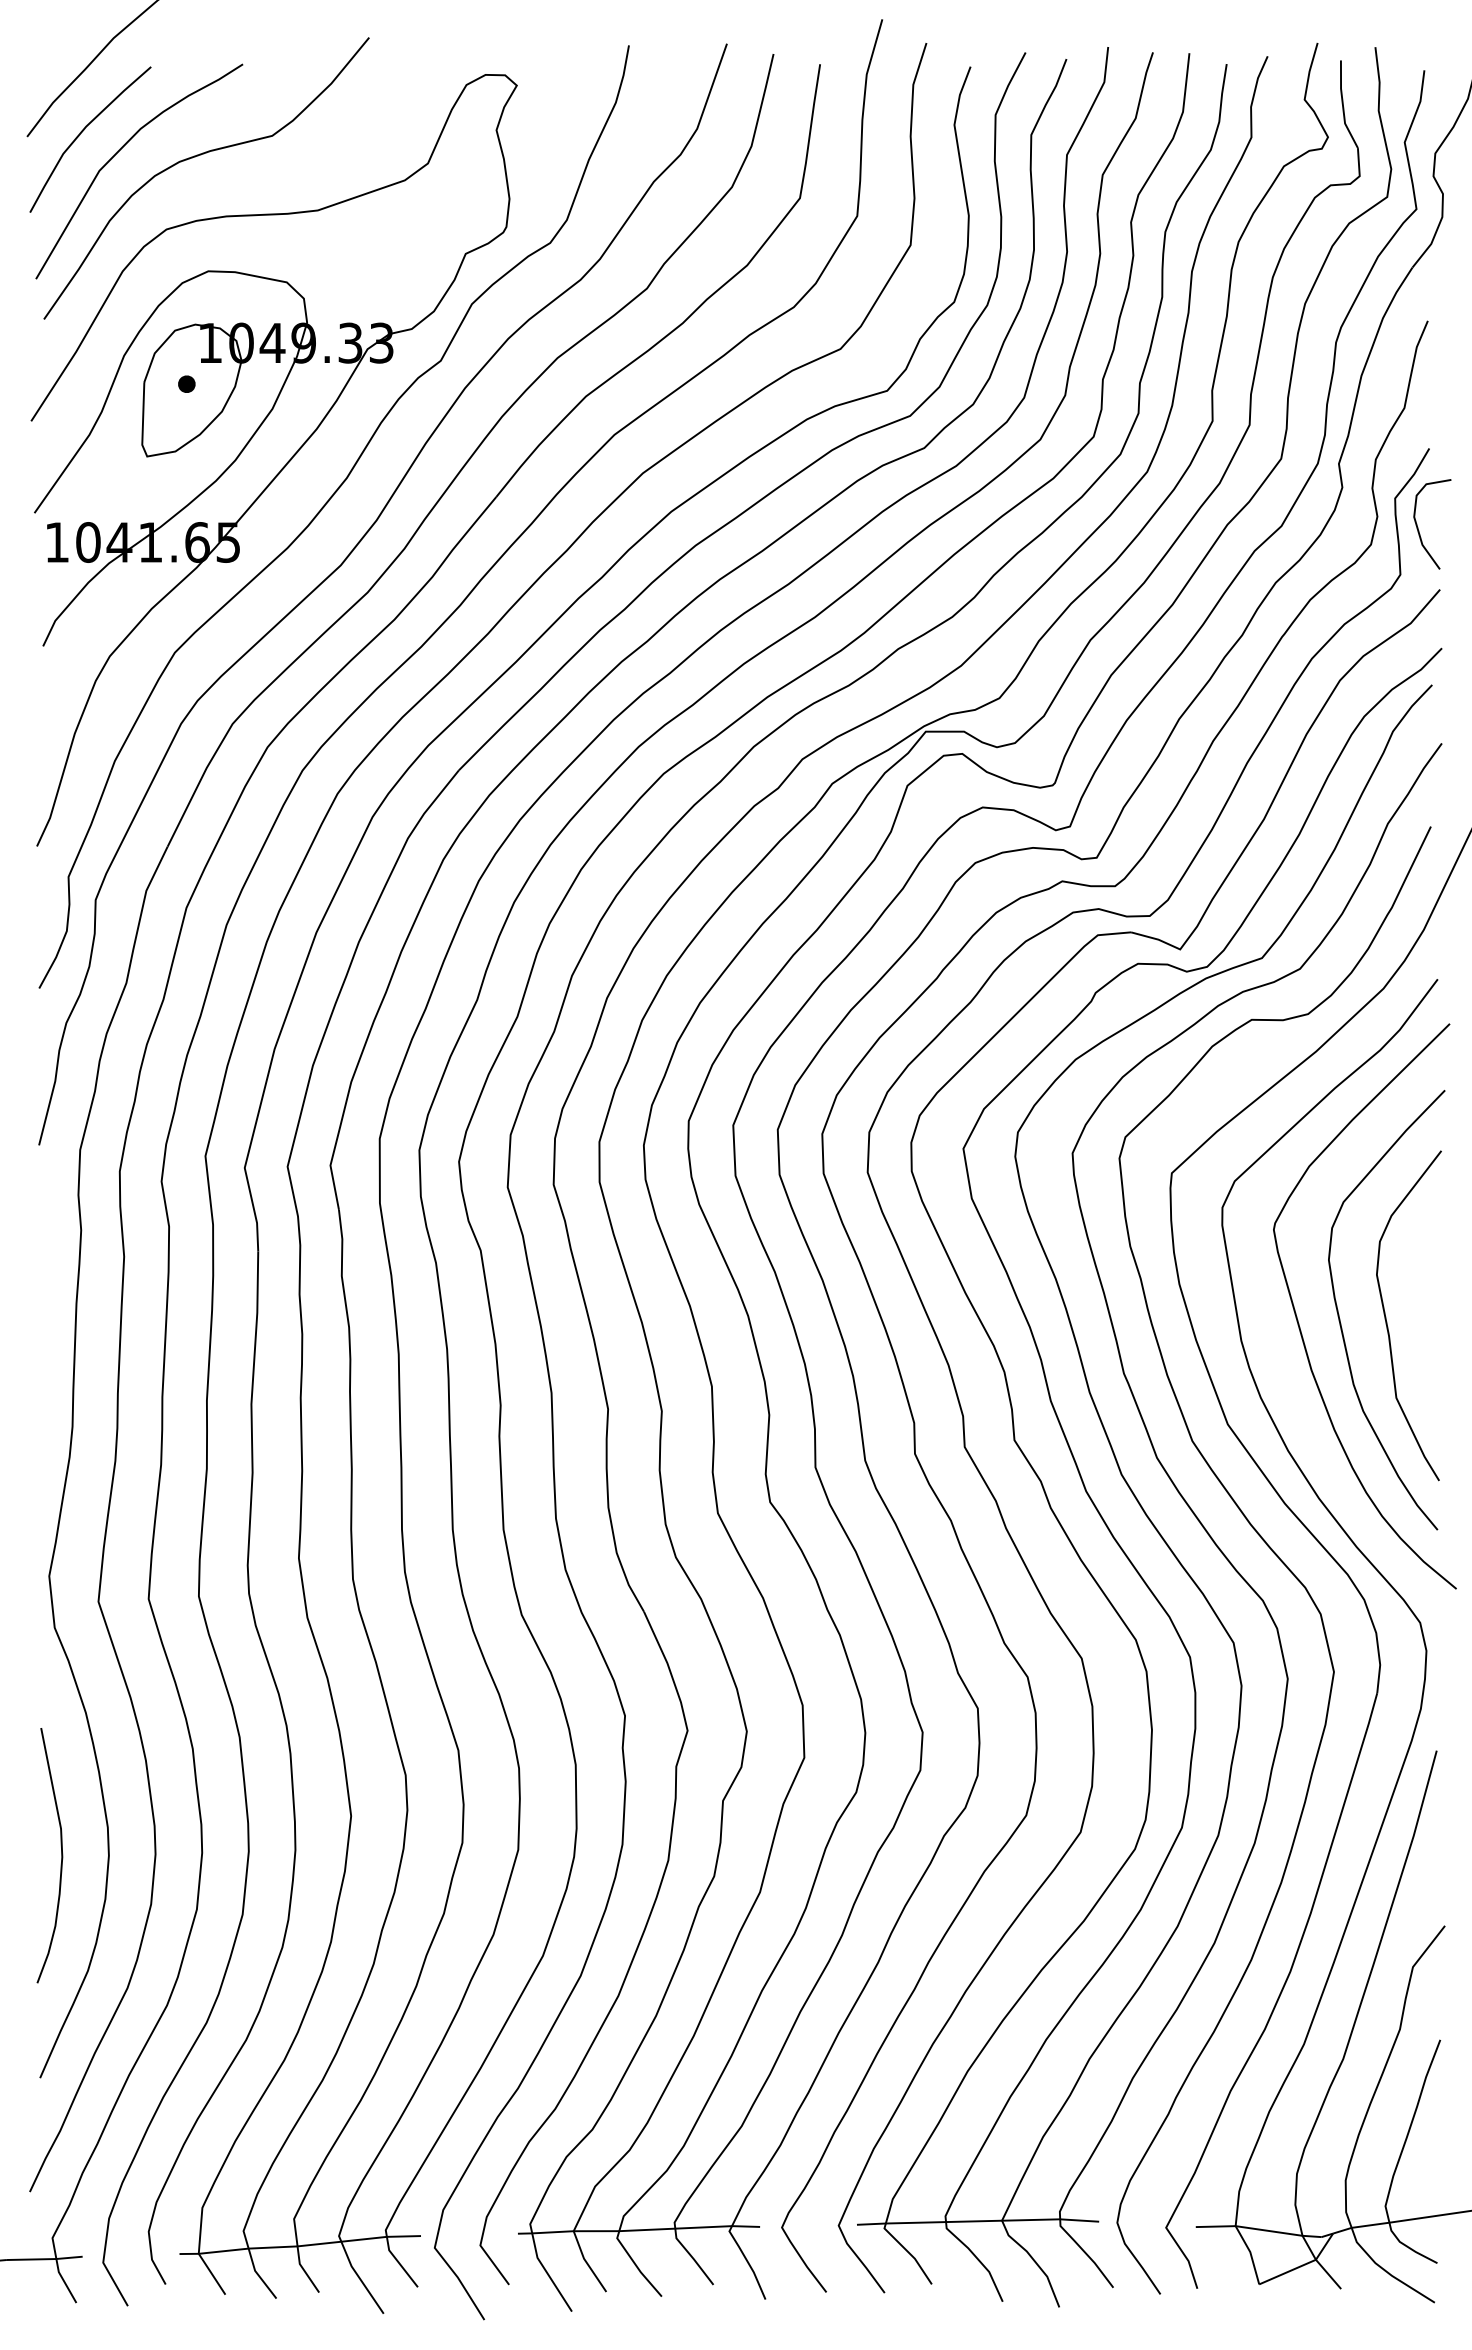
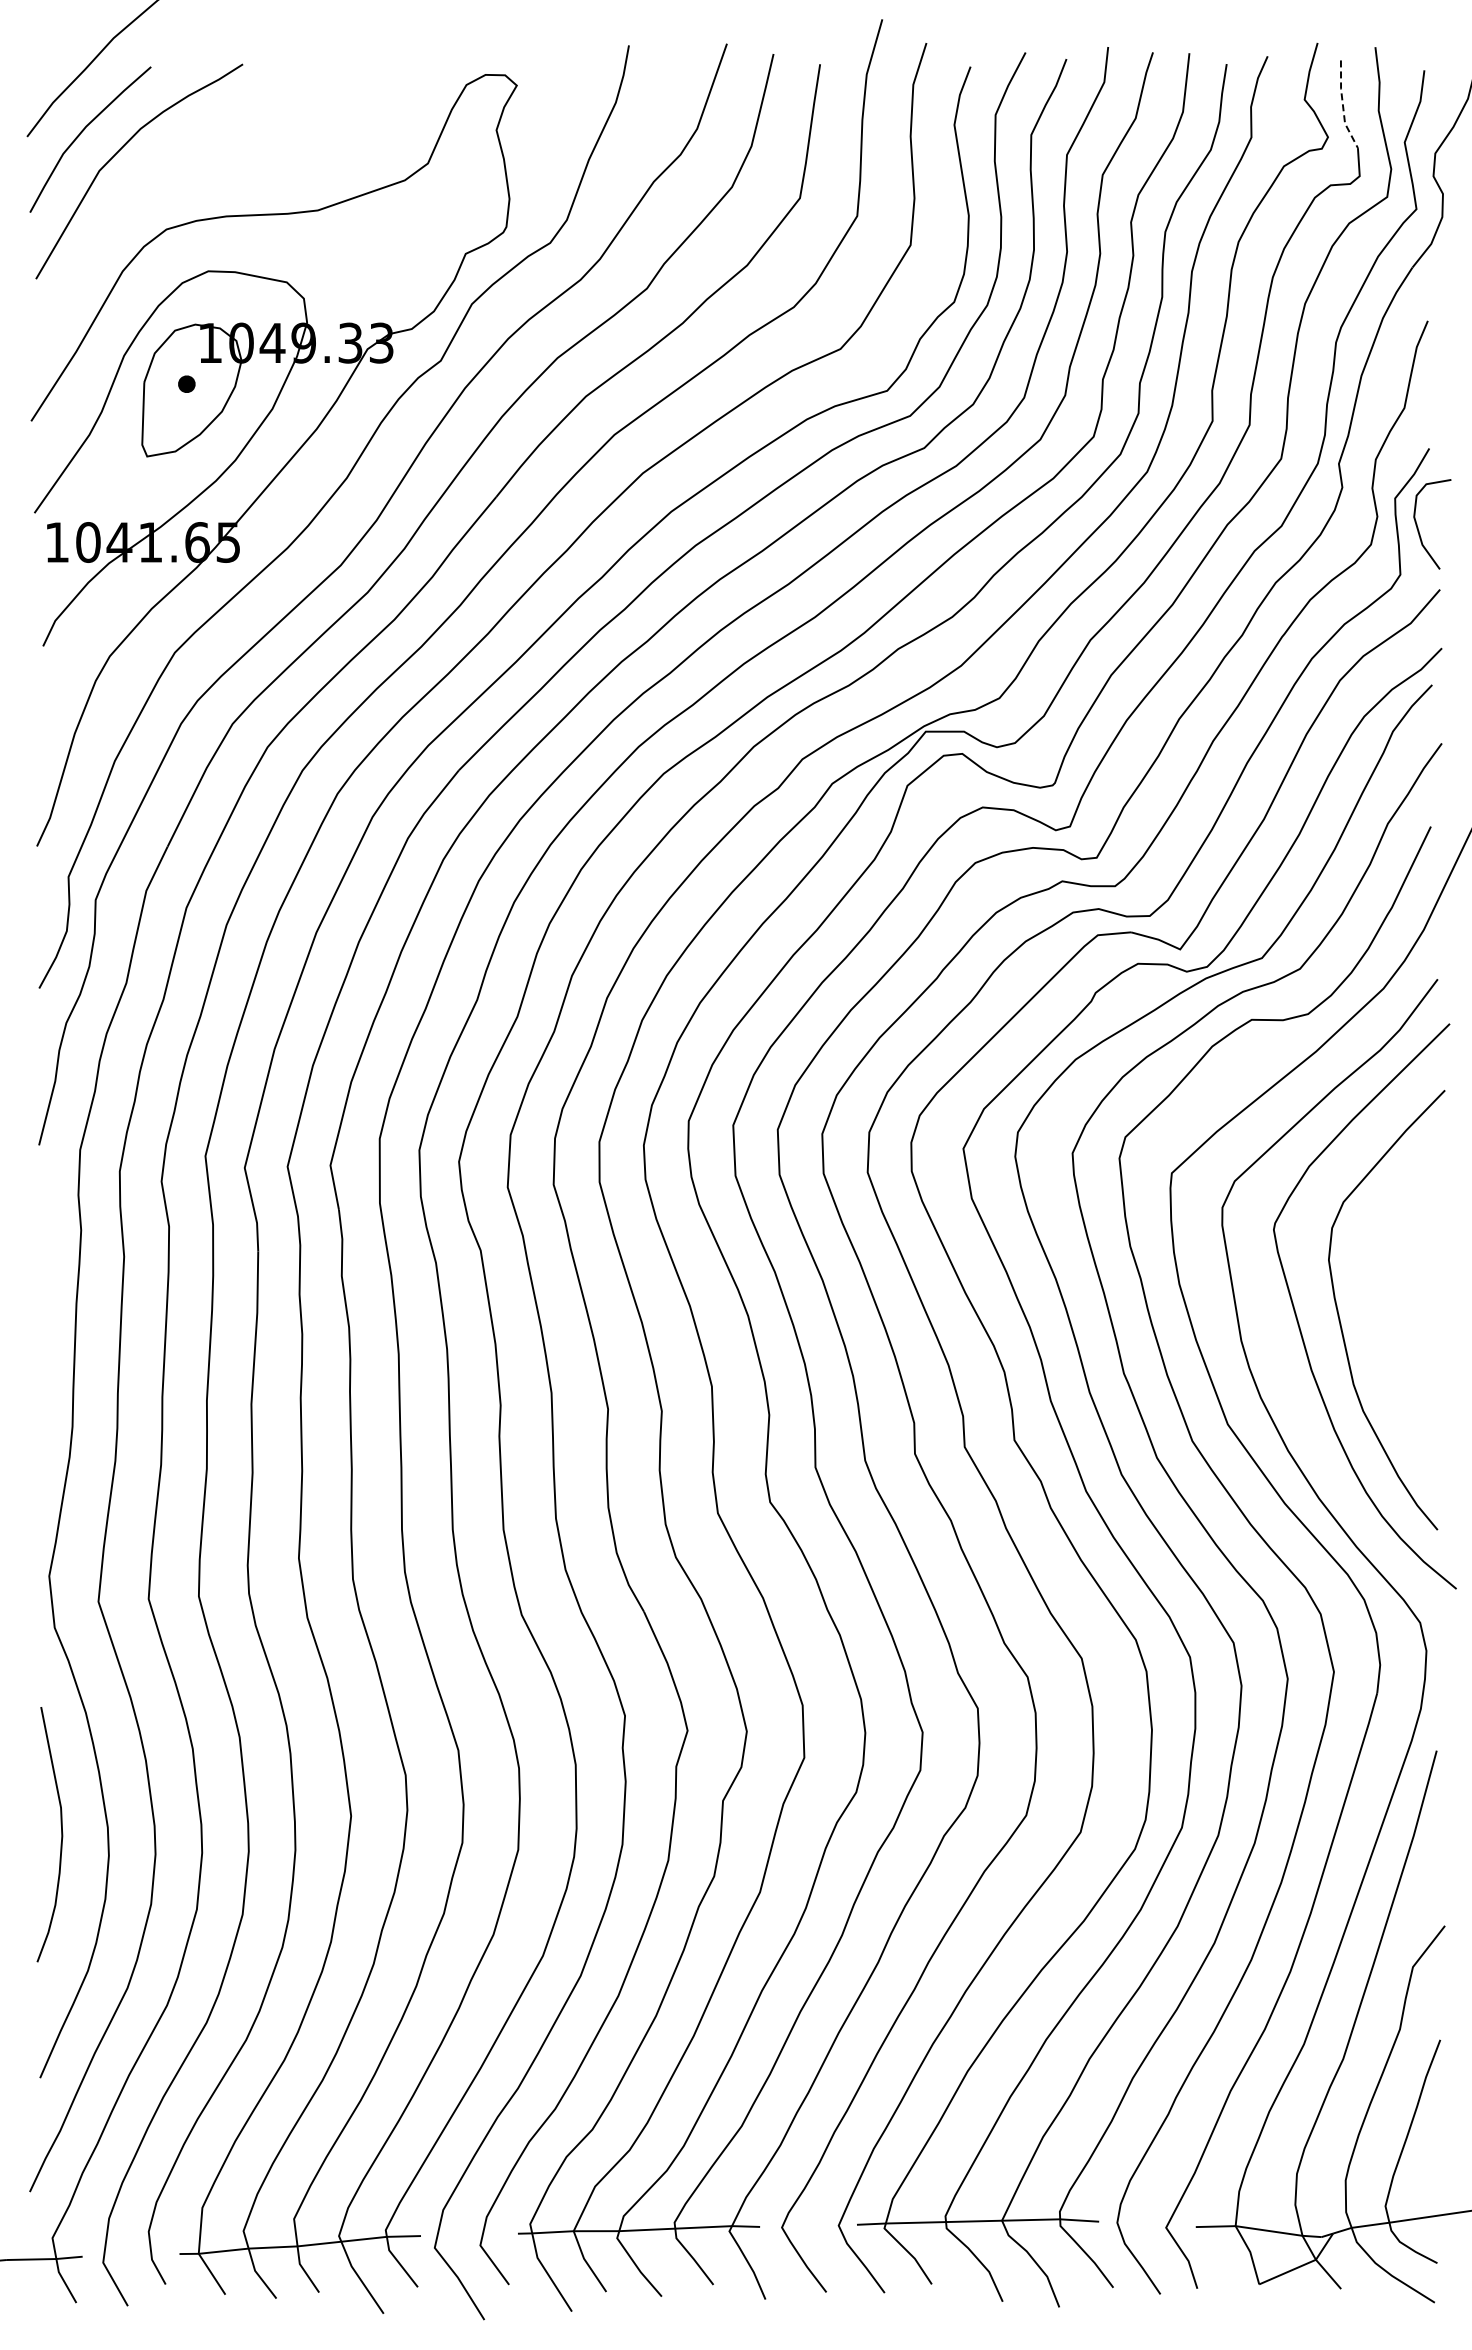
line at (1342, 105): solid -> dashed
curve at (198, 156): present -> none
curve at (1387, 1321): present -> none
curve at (61, 1855) position: (61, 1855) -> (61, 1834)
